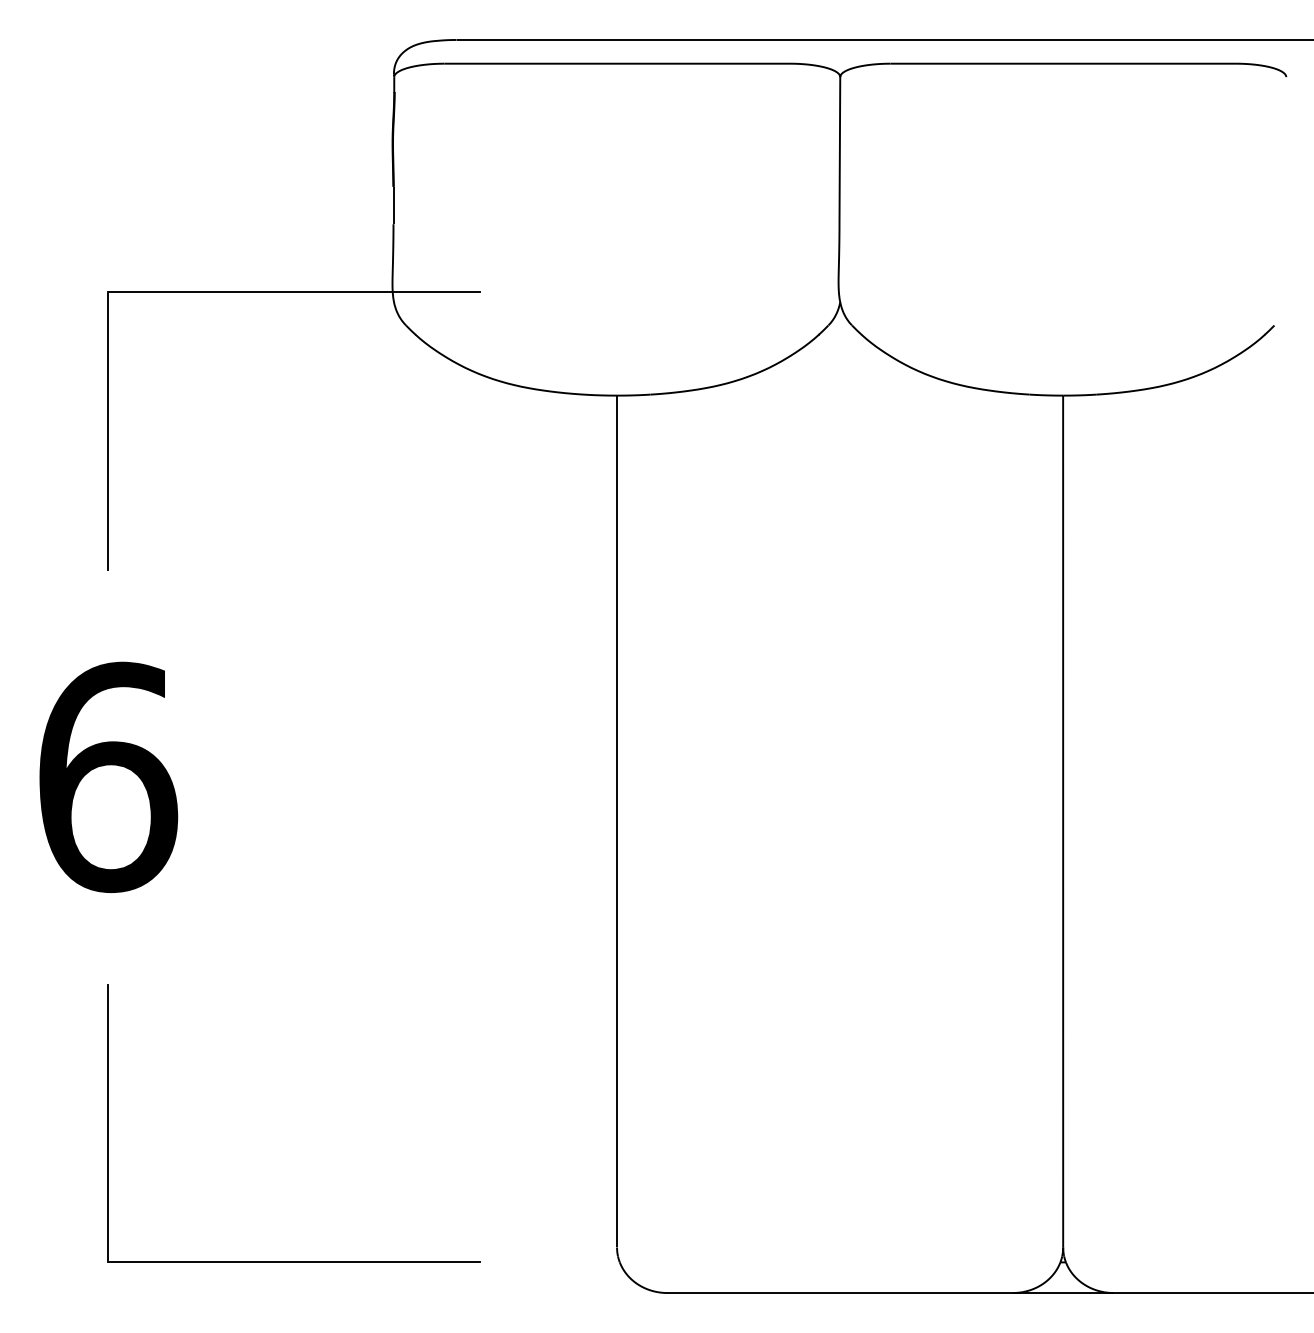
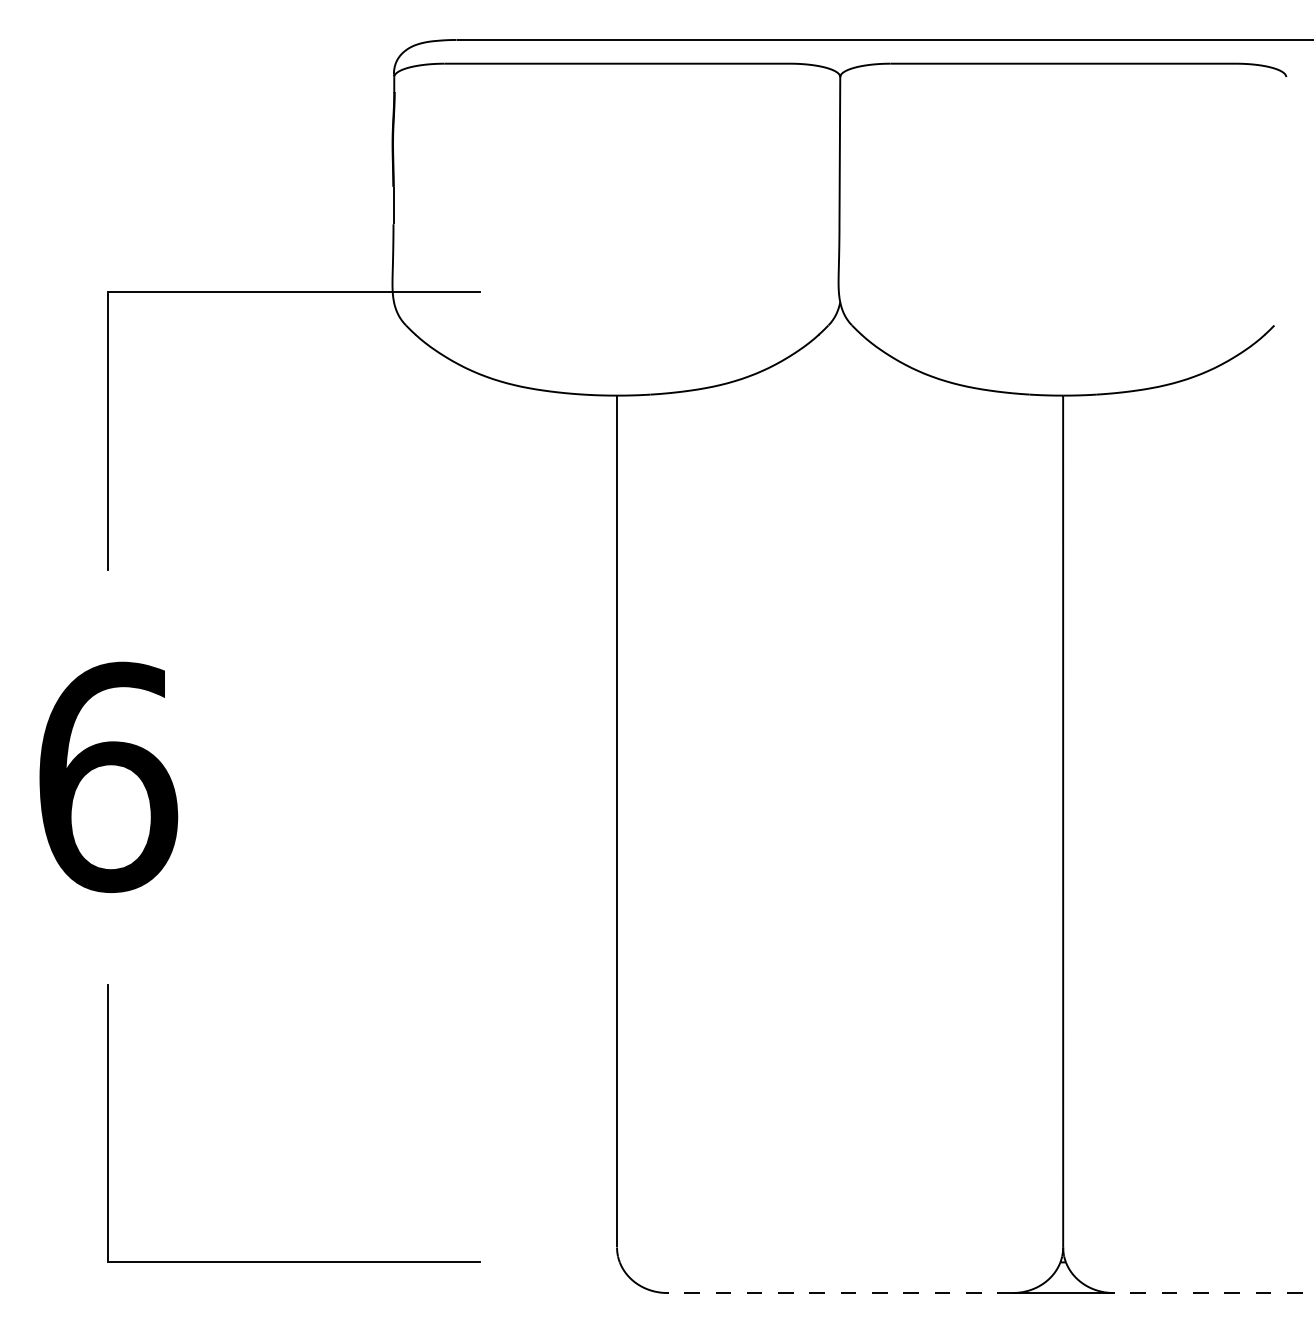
line at (840, 1293): solid -> dashed
line at (1213, 1293): solid -> dashed
